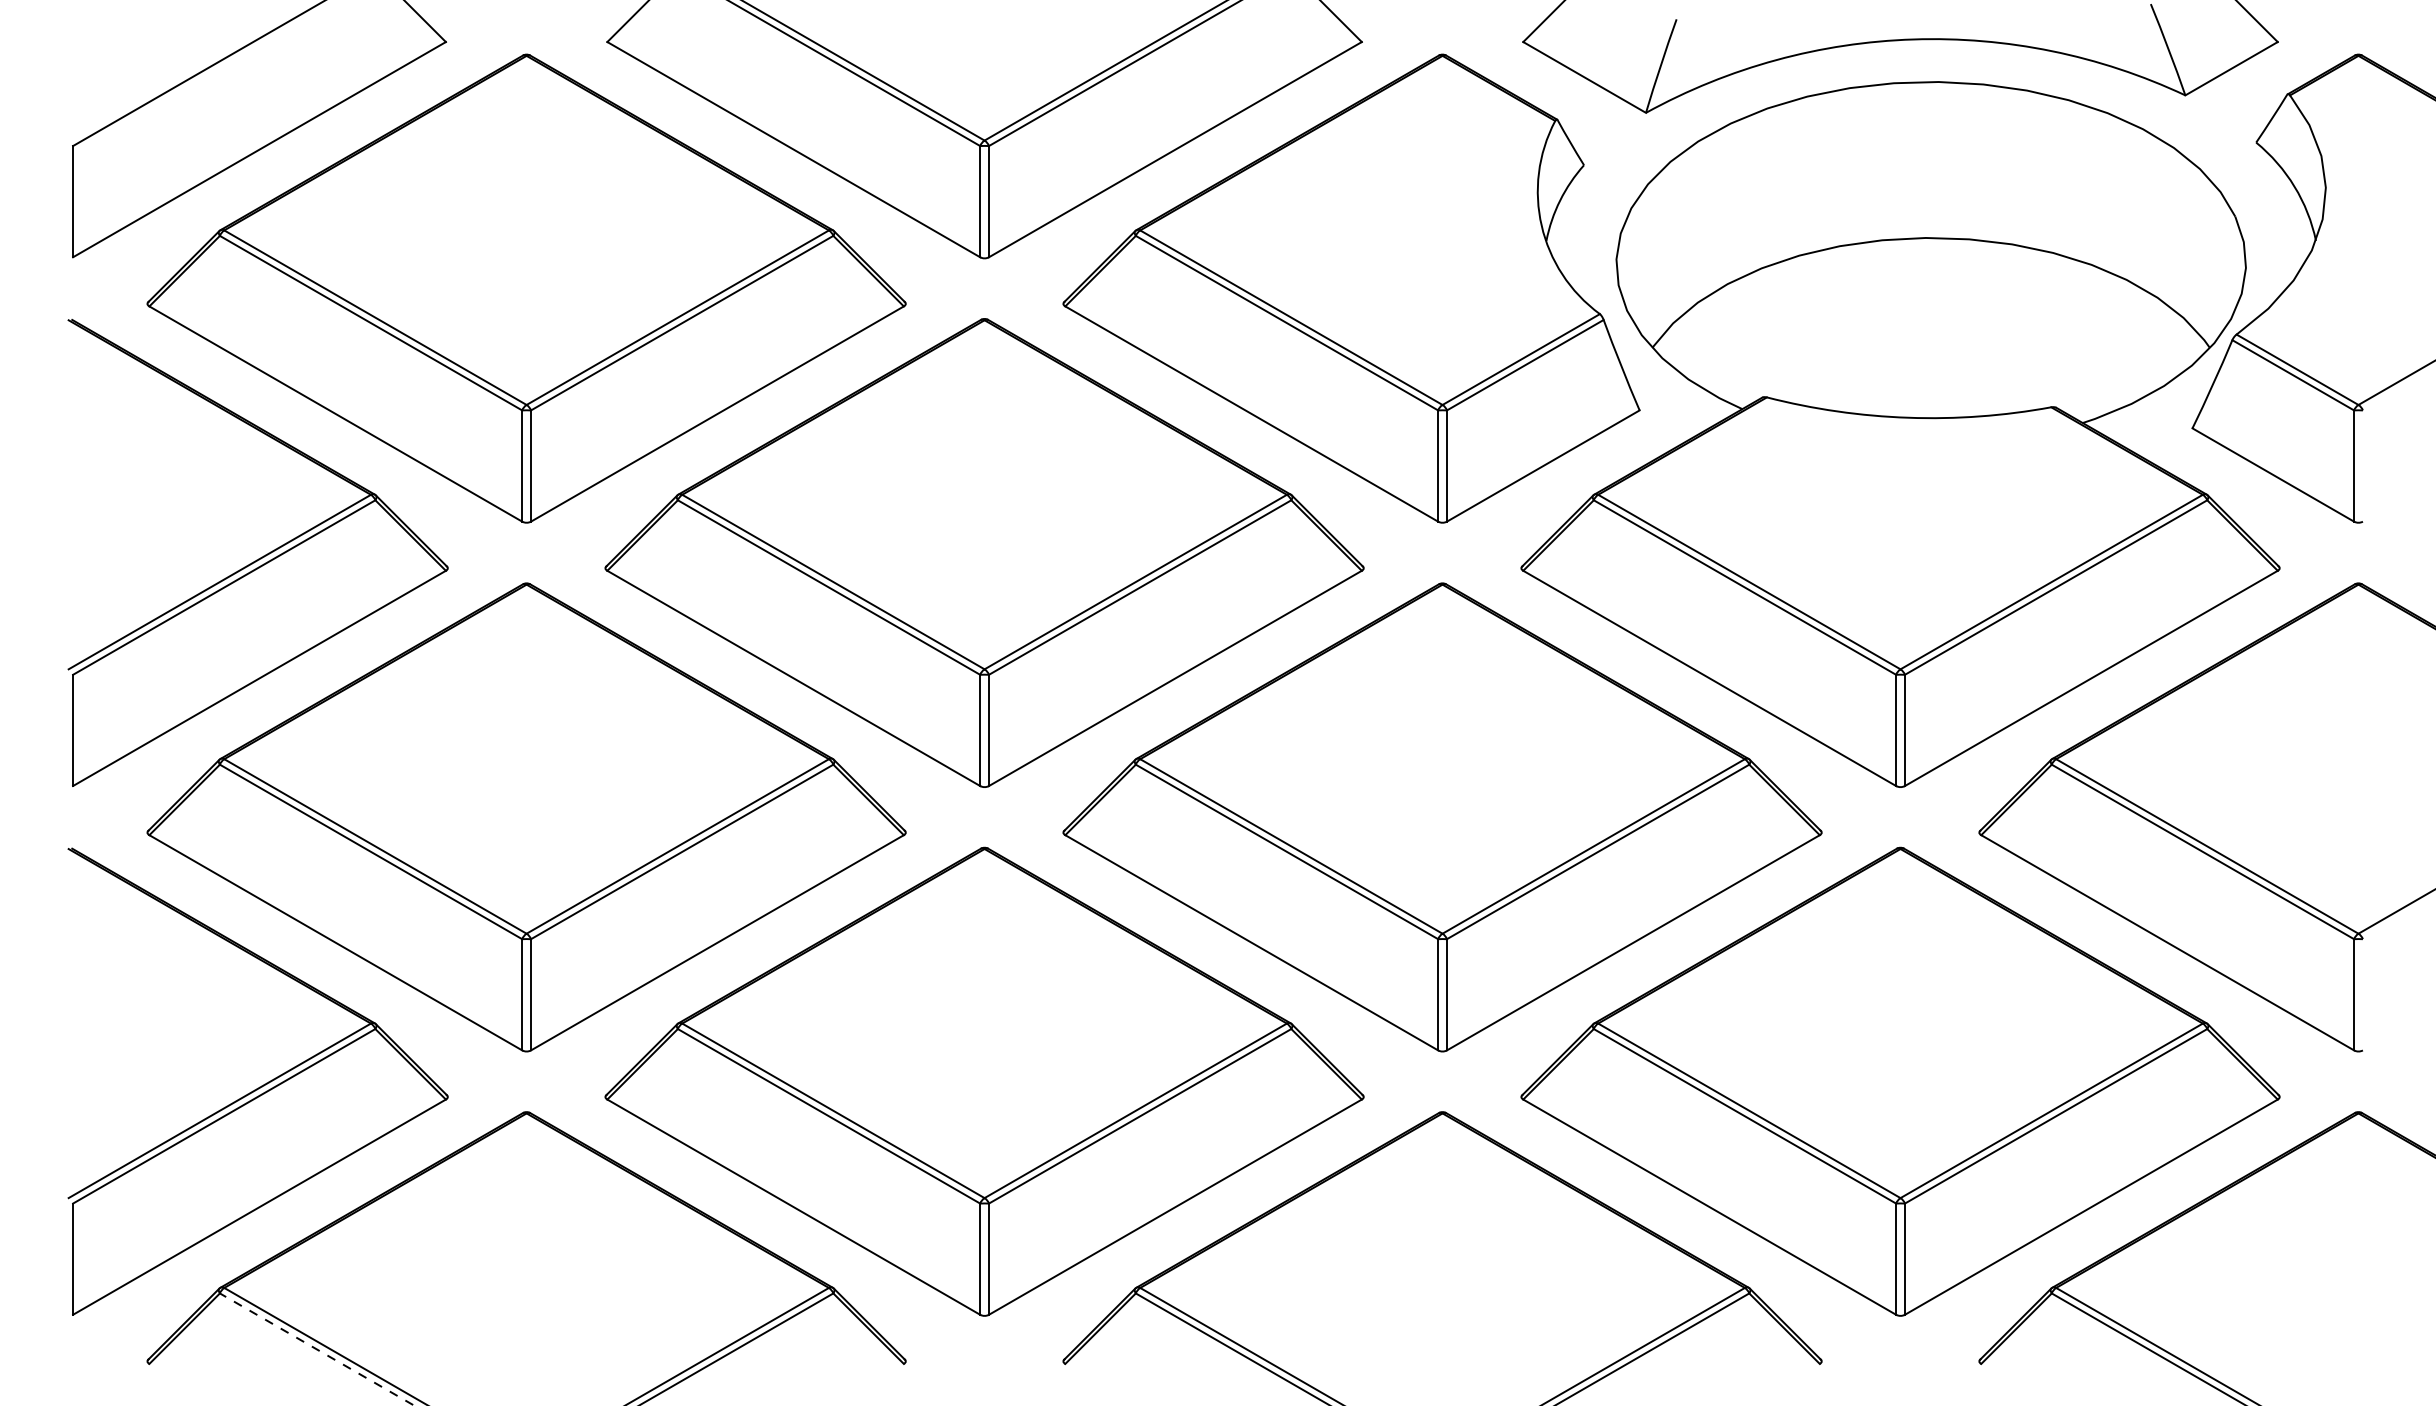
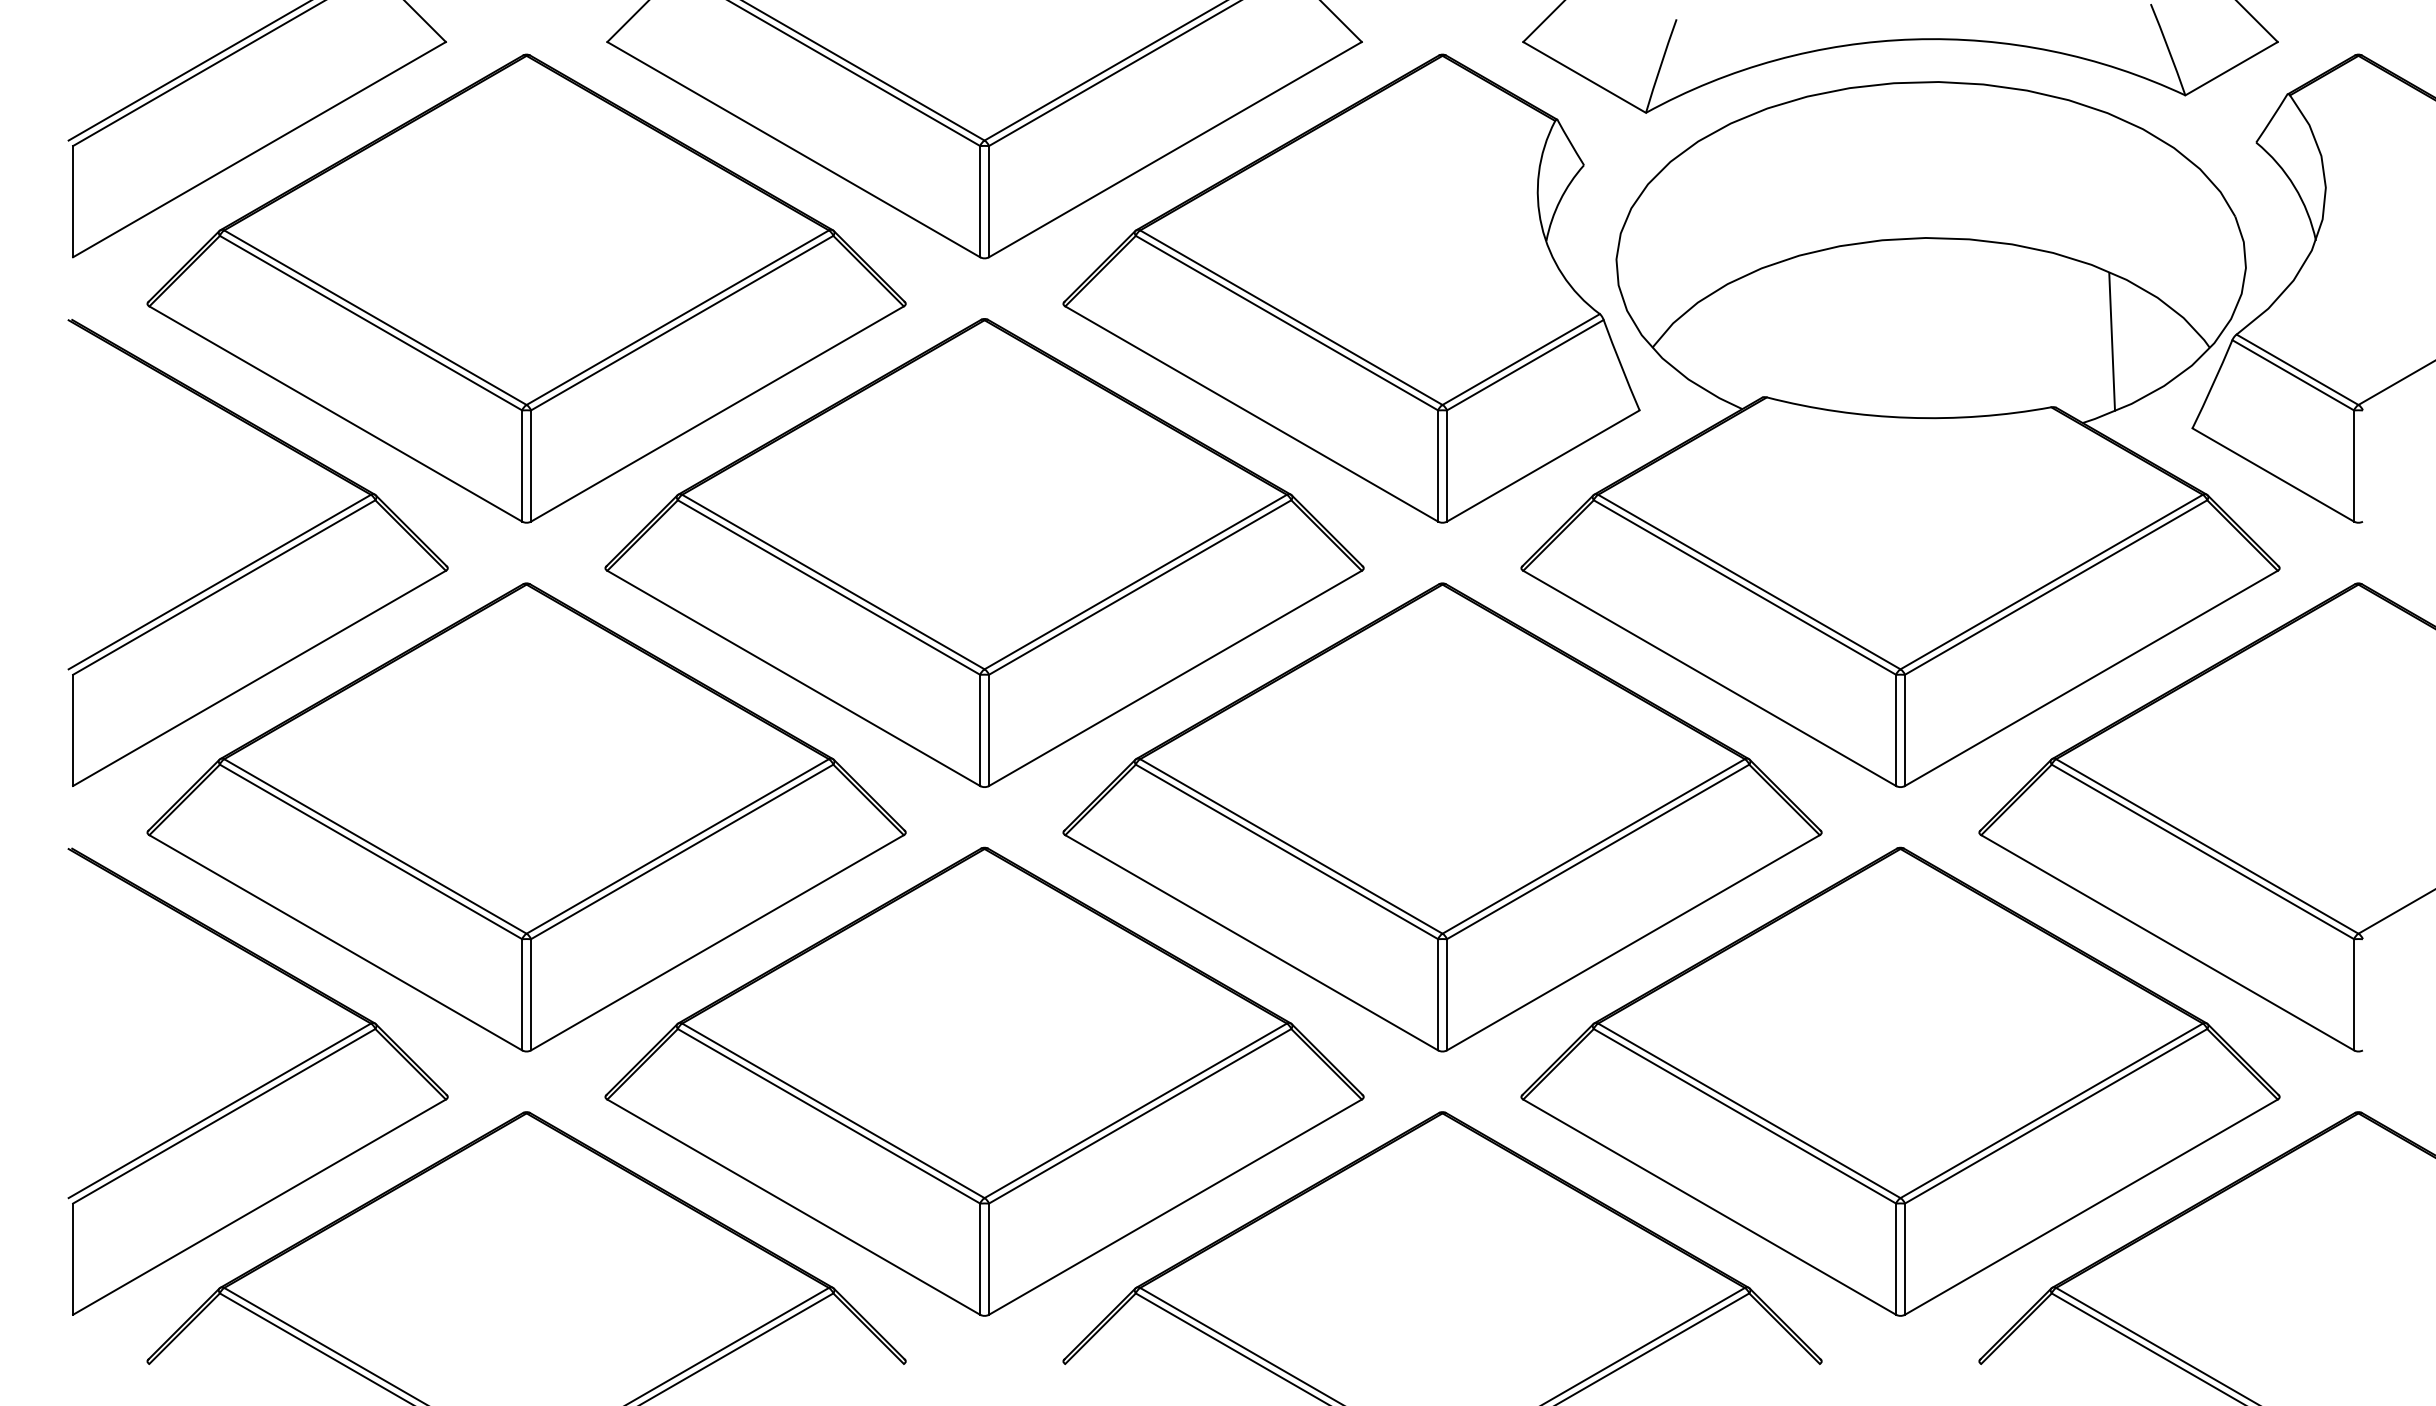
line at (188, 71): none -> present
line at (2112, 341): none -> present
line at (316, 1349): dashed -> solid
